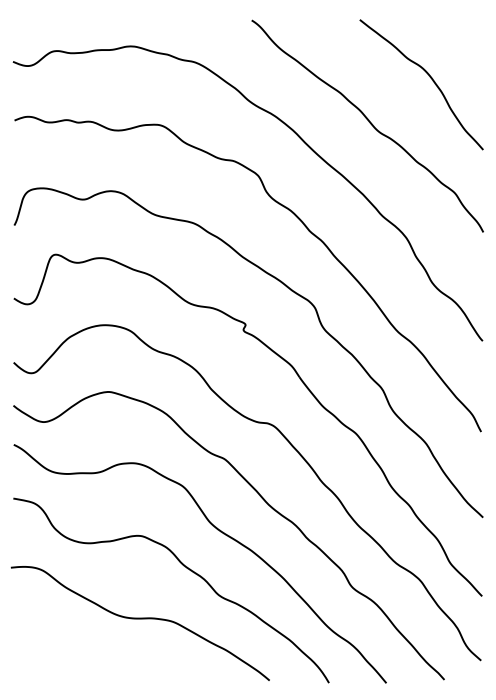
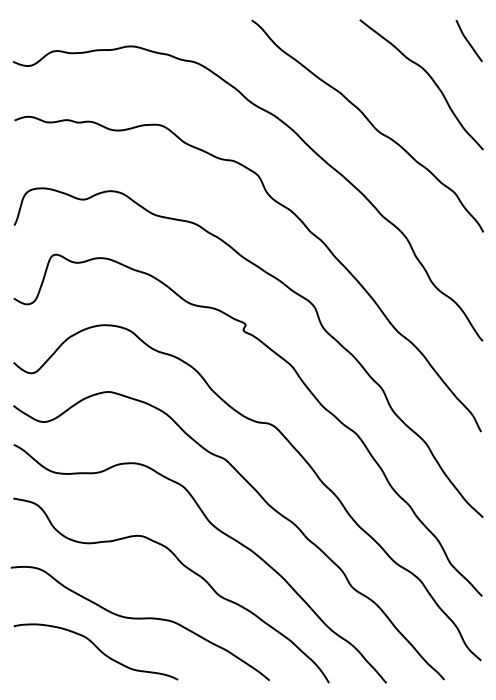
curve at (468, 41): none -> present
curve at (97, 649): none -> present
